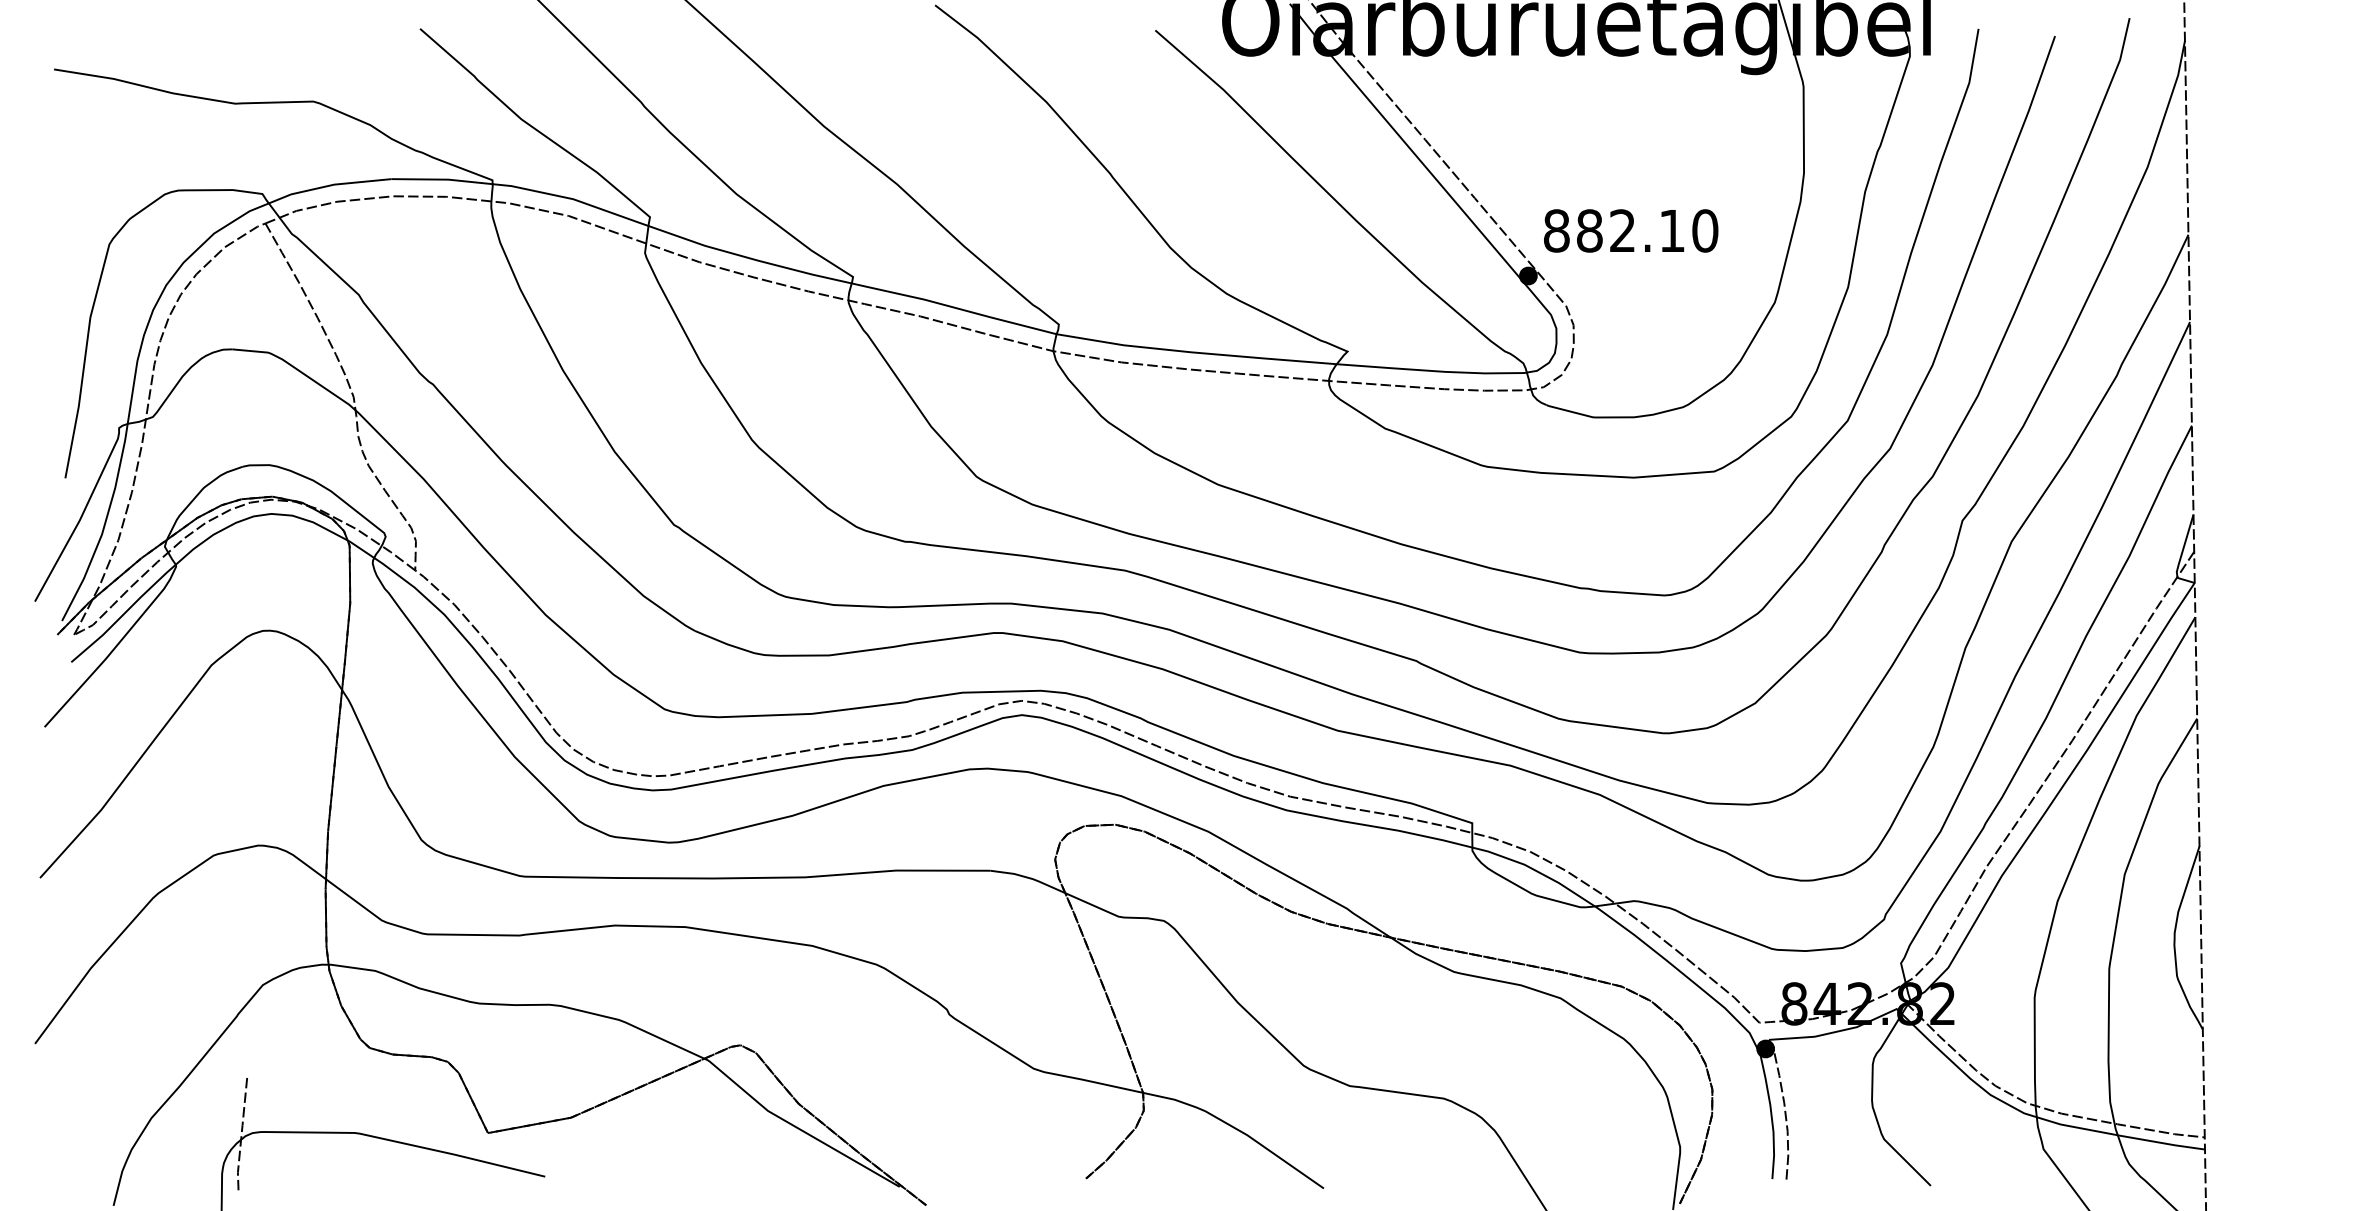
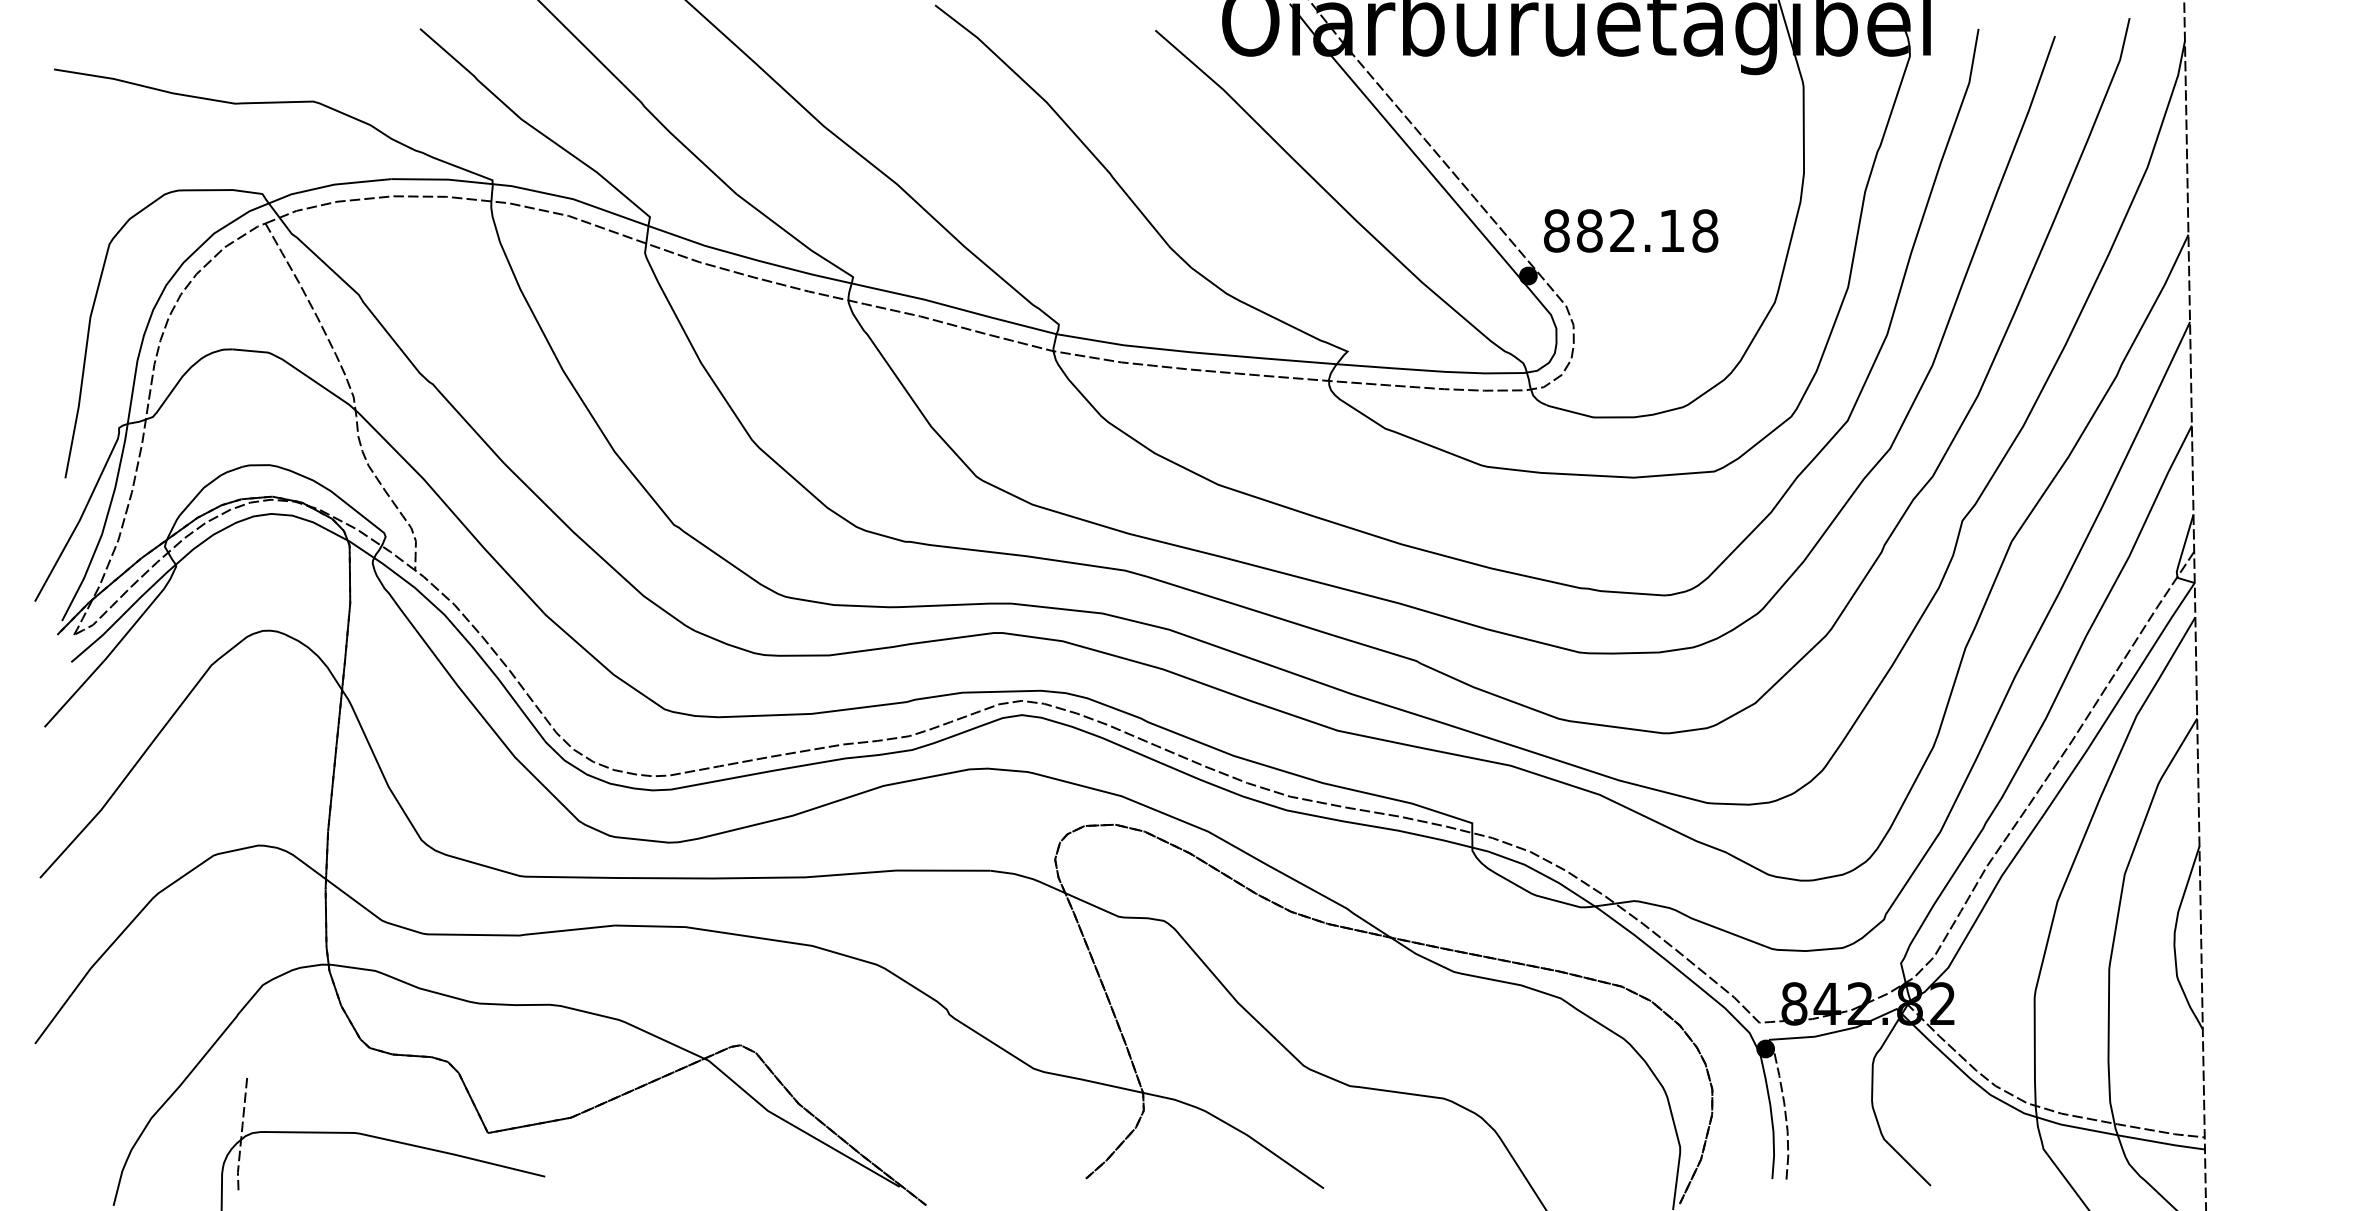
text at (1705, 230): 882.10 -> 882.18
